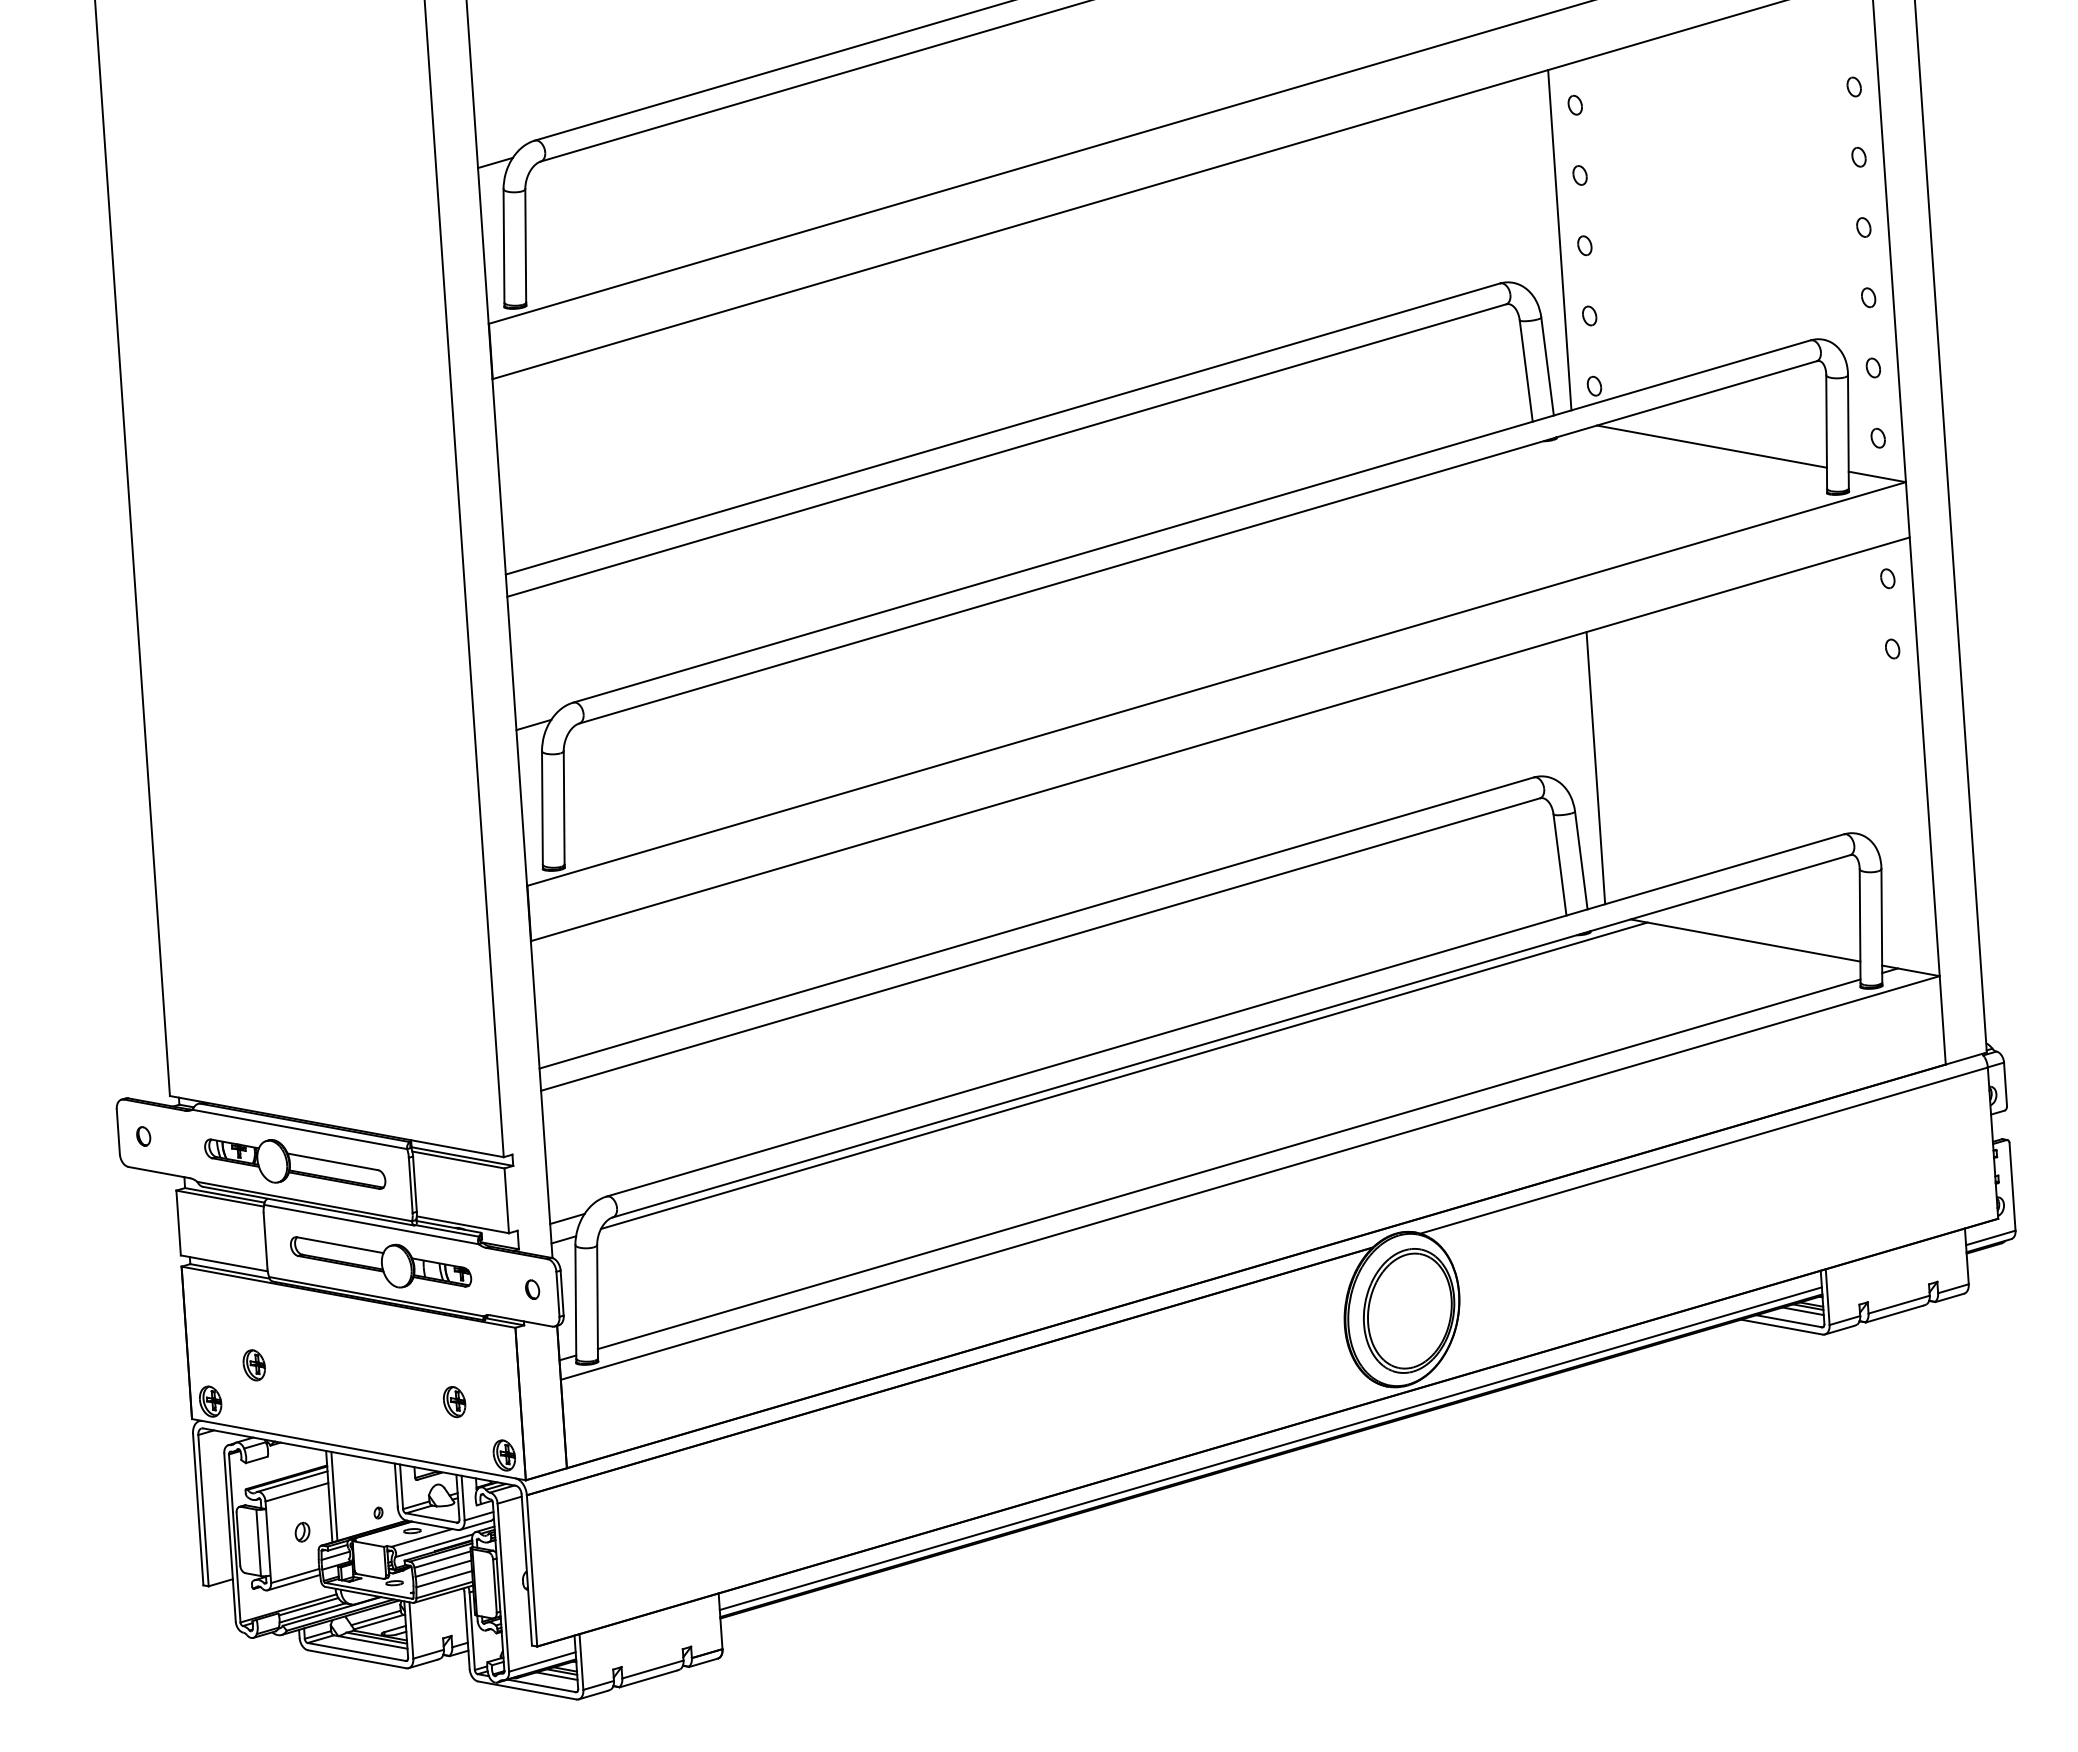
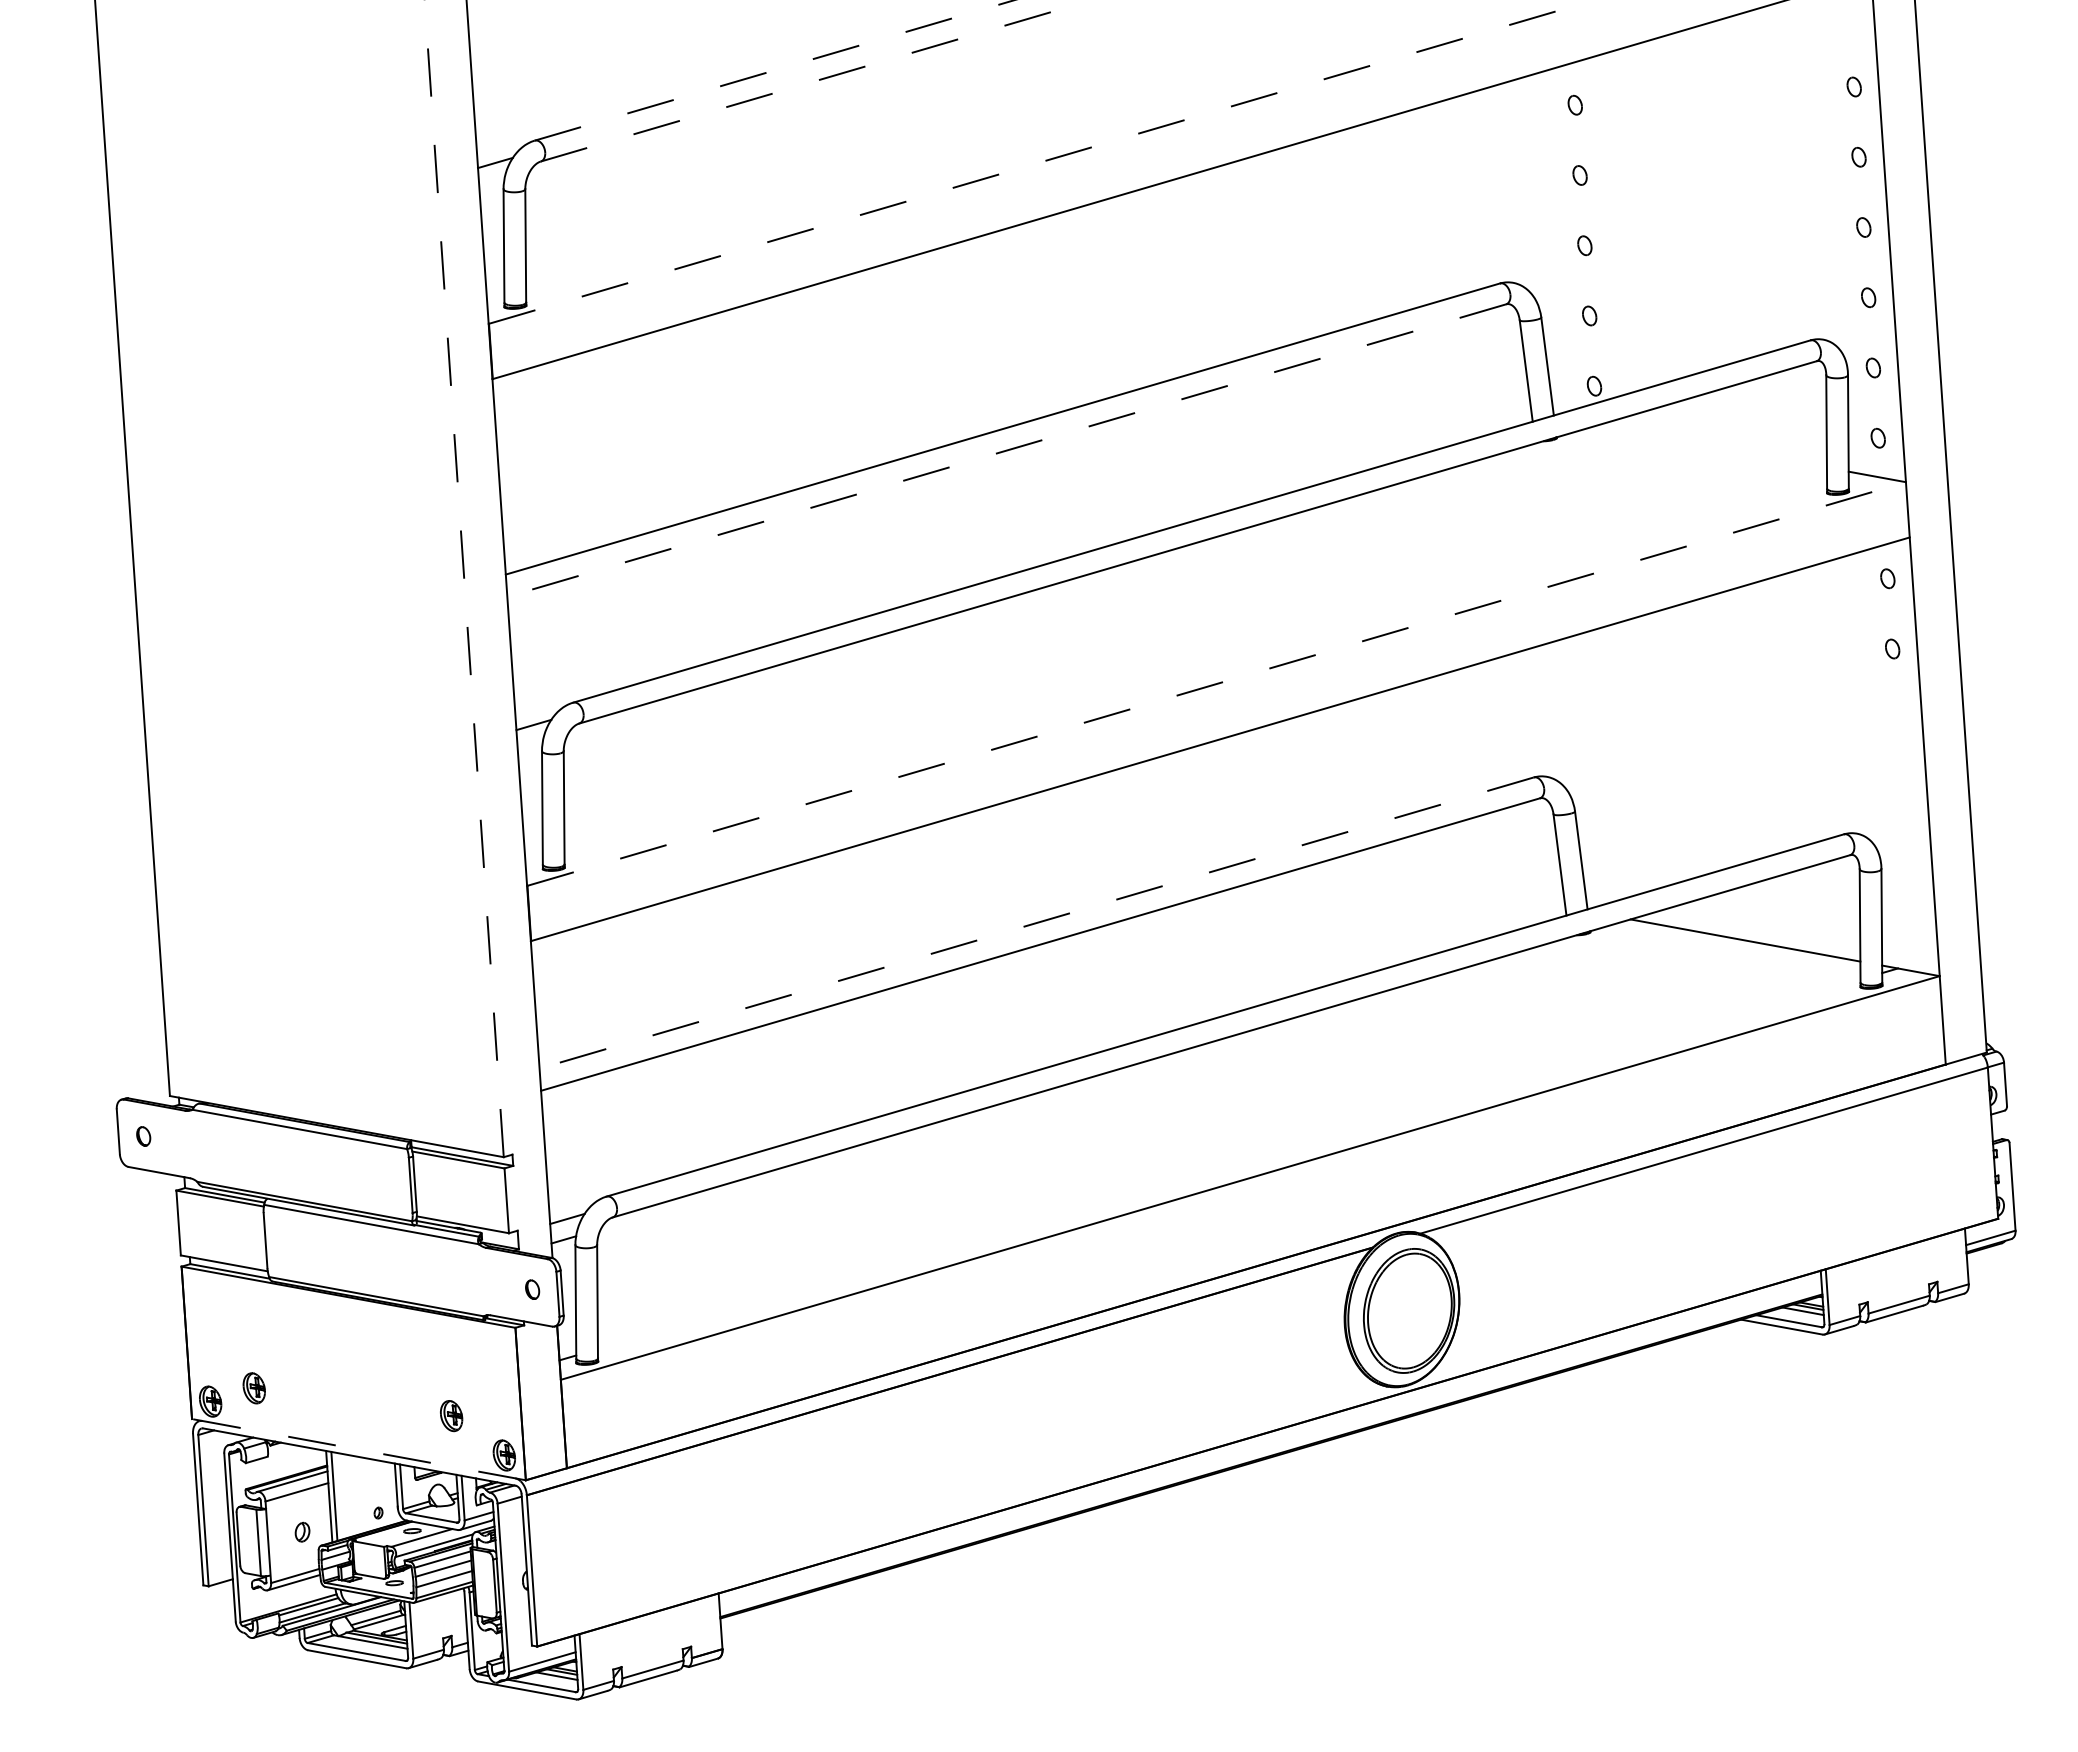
line at (775, 70): solid -> dashed
line at (817, 80): solid -> dashed
line at (1041, 162): solid -> dashed
line at (1559, 240): present -> none
line at (1711, 446): present -> none
line at (1006, 450): solid -> dashed
line at (464, 578): solid -> dashed
line at (1217, 683): solid -> dashed
line at (1595, 768): present -> none
line at (1036, 923): solid -> dashed
line at (1124, 1075): present -> none
part at (295, 1163): present -> none
line at (1228, 1164): present -> none
part at (381, 1262): present -> none
part at (253, 1365) position: (253, 1365) -> (253, 1388)
part at (454, 1402) position: (454, 1402) -> (451, 1416)
line at (1270, 1448): present -> none
line at (358, 1449): solid -> dashed
